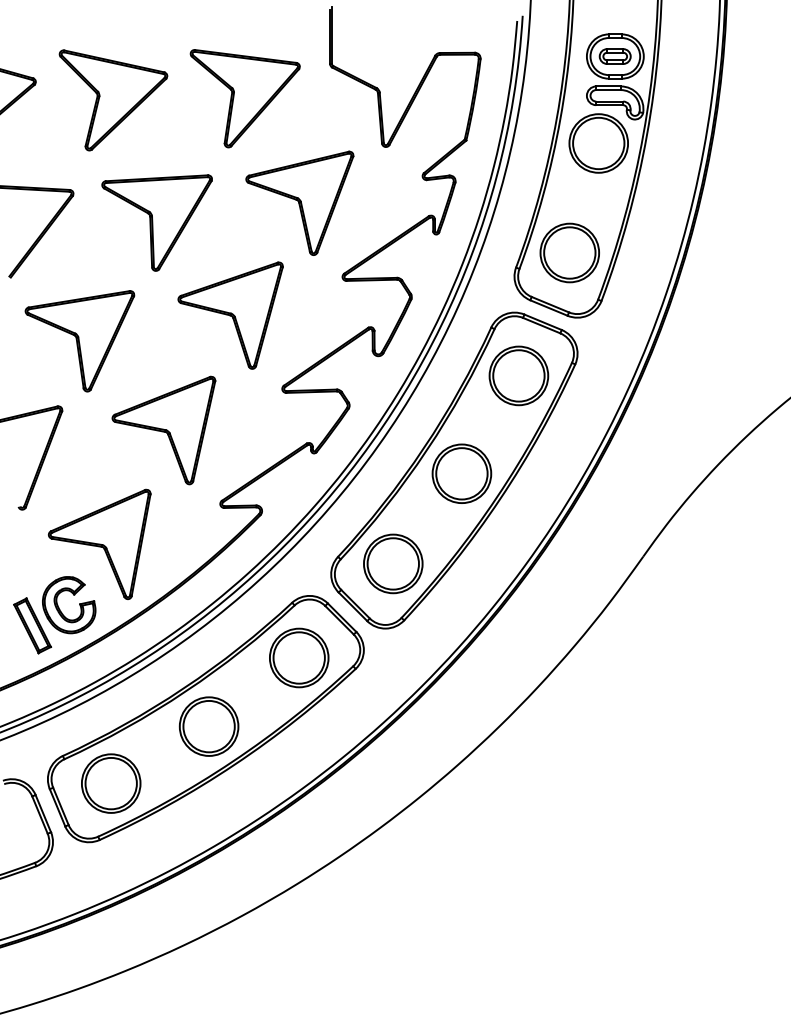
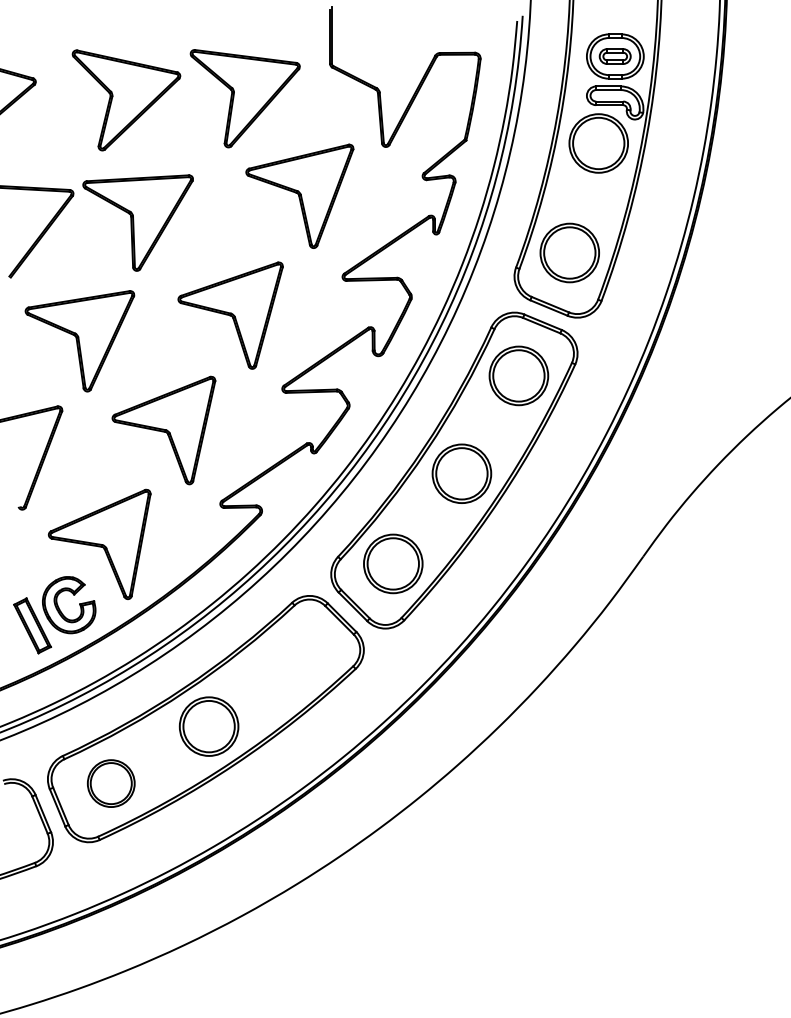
part at (113, 100) position: (113, 100) -> (126, 100)
part at (299, 202) position: (299, 202) -> (299, 195)
part at (156, 222) position: (156, 222) -> (137, 222)
part at (299, 657): present -> none
part at (111, 783) size: 61x61 px -> 49x49 px
